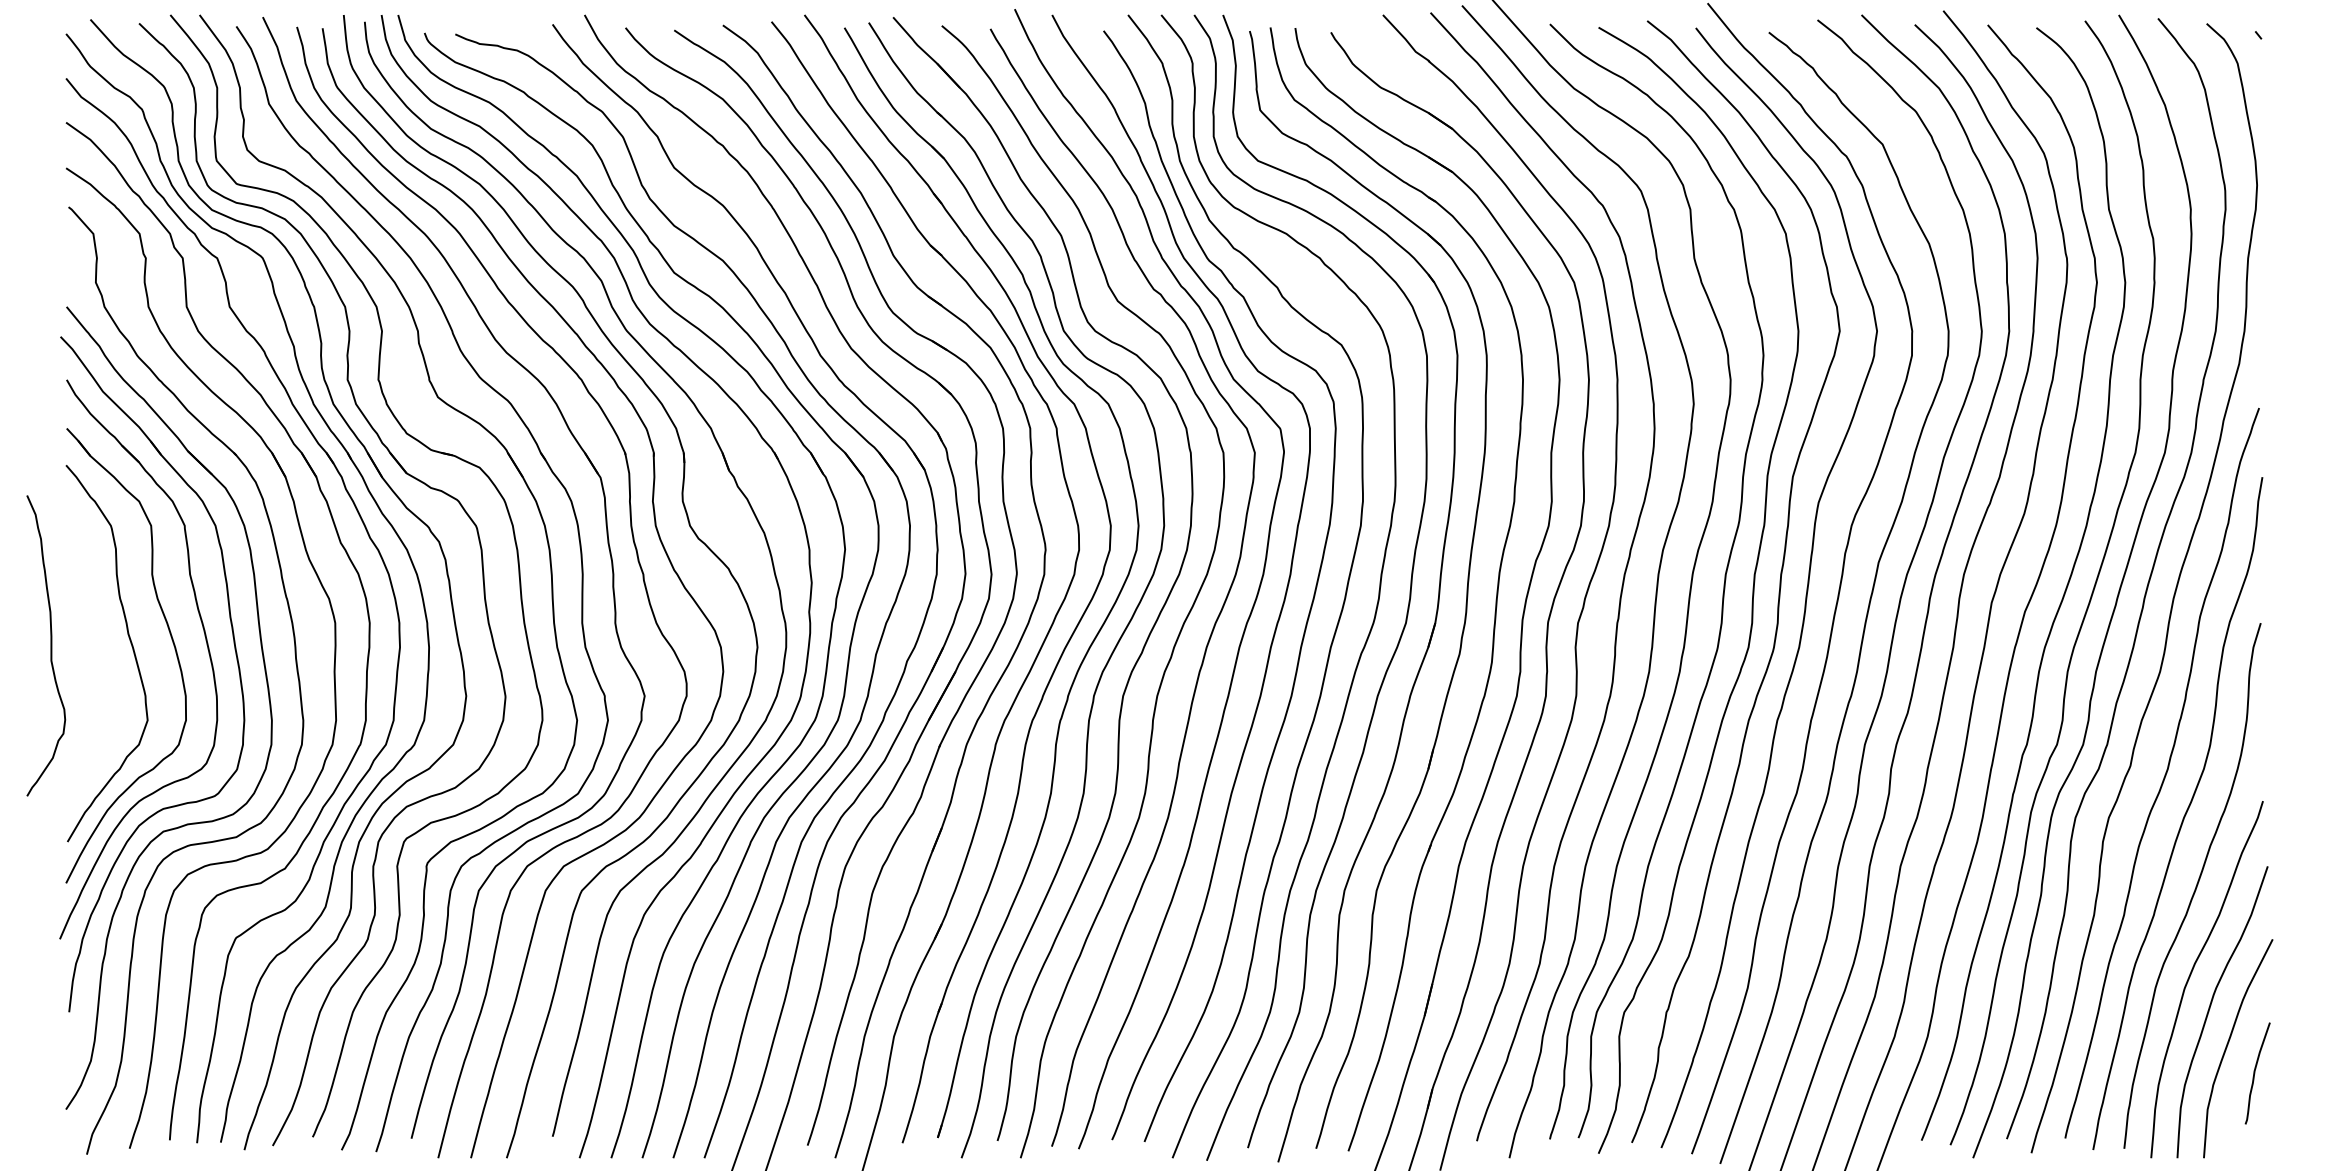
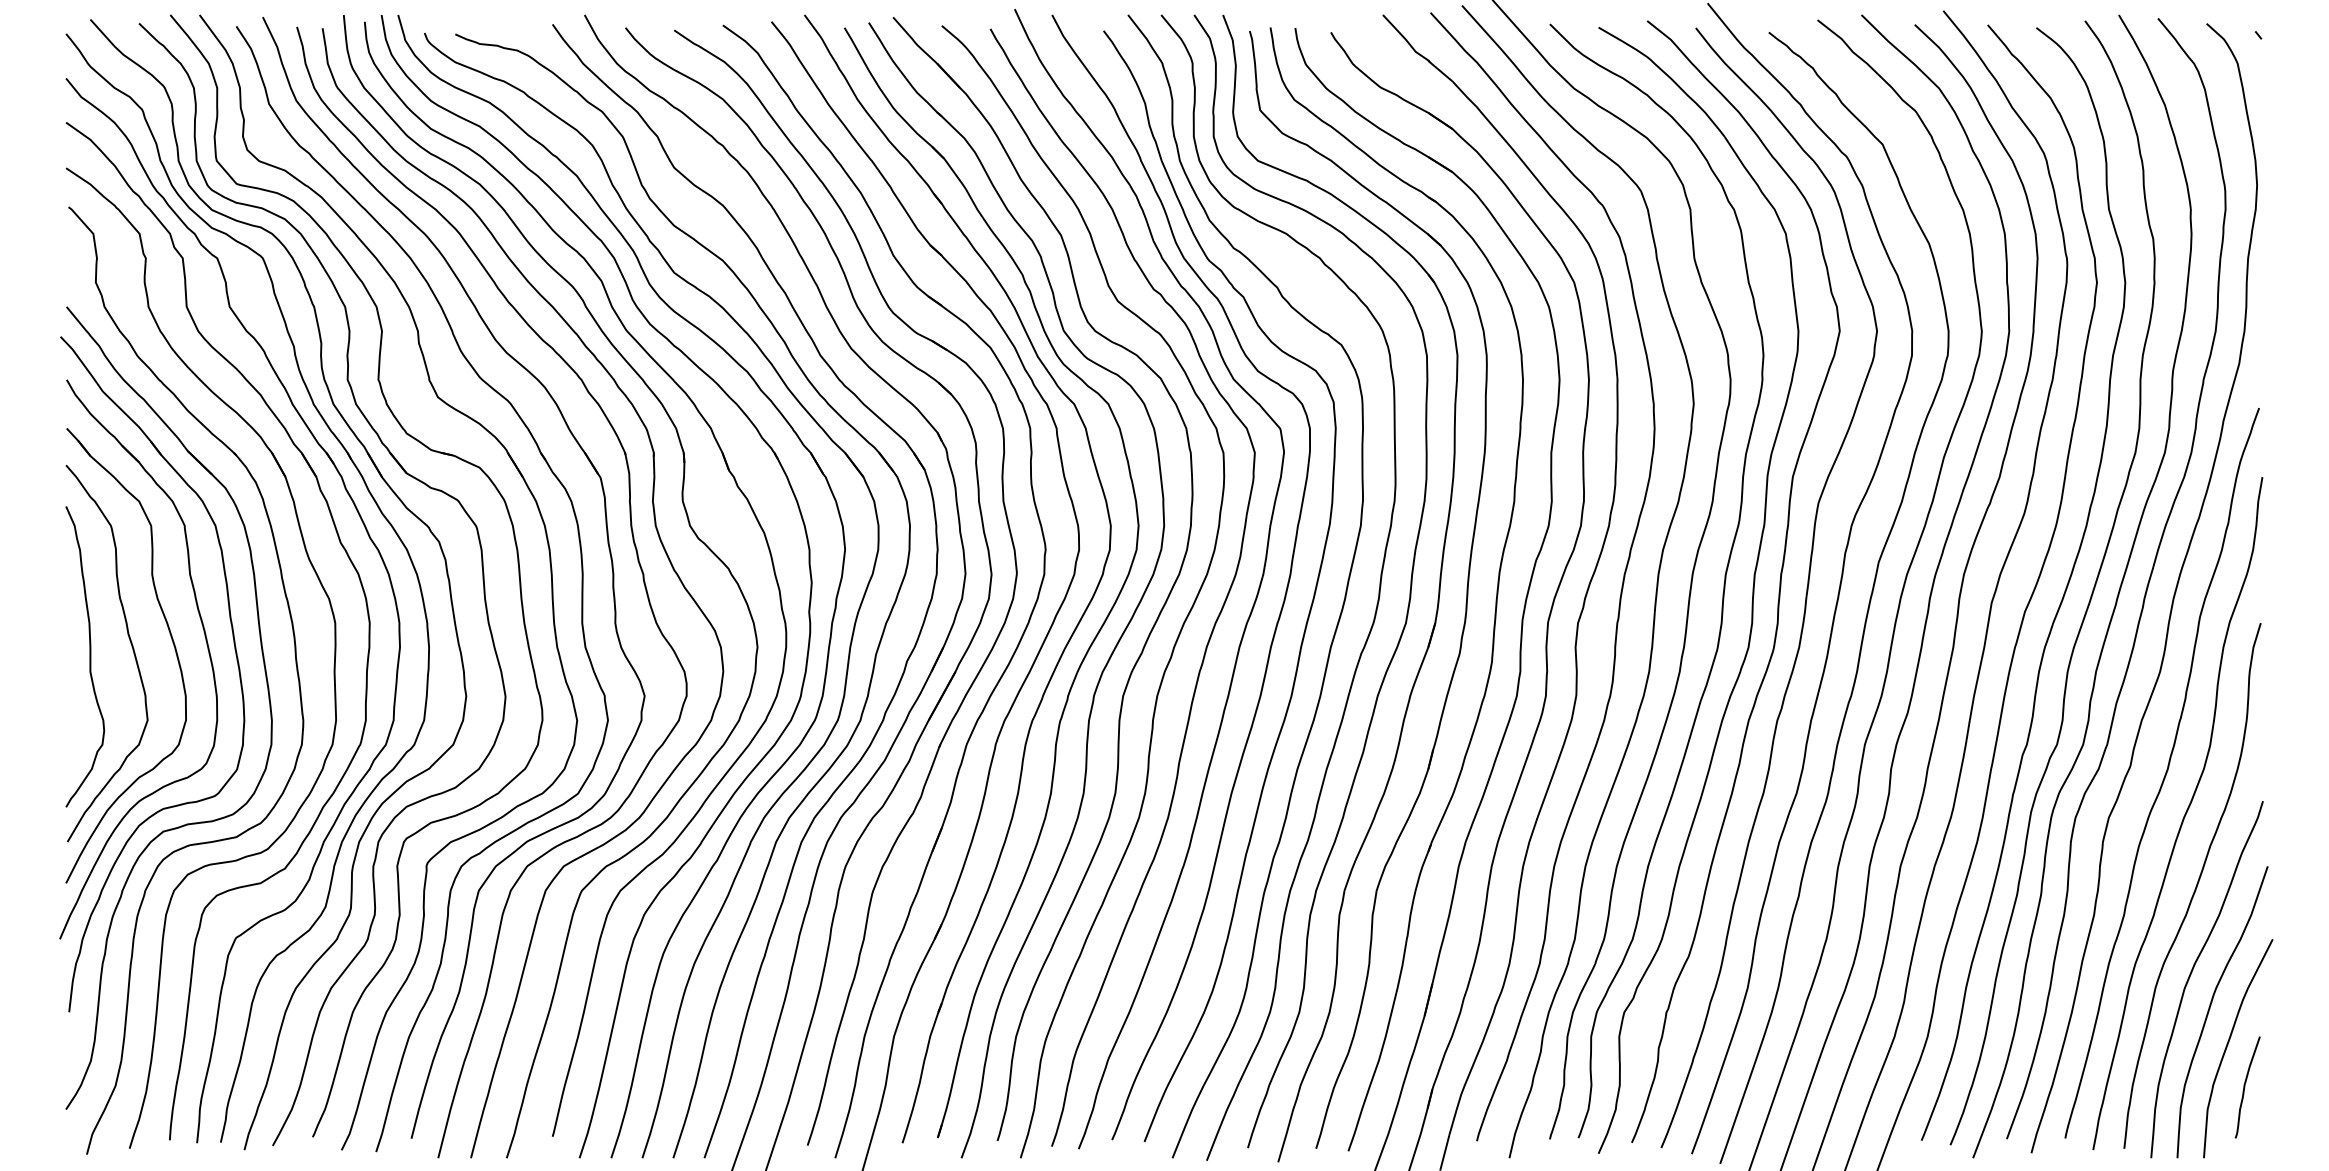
curve at (50, 645) position: (50, 645) -> (89, 656)
curve at (2255, 1073) position: (2255, 1073) -> (2245, 1087)
